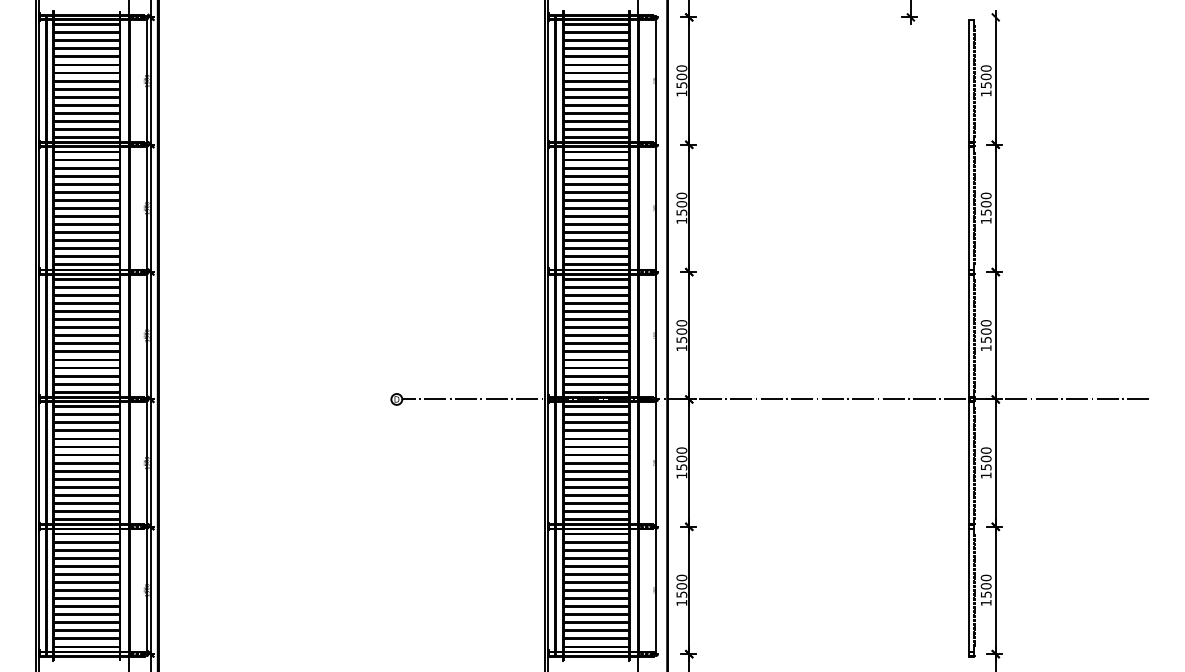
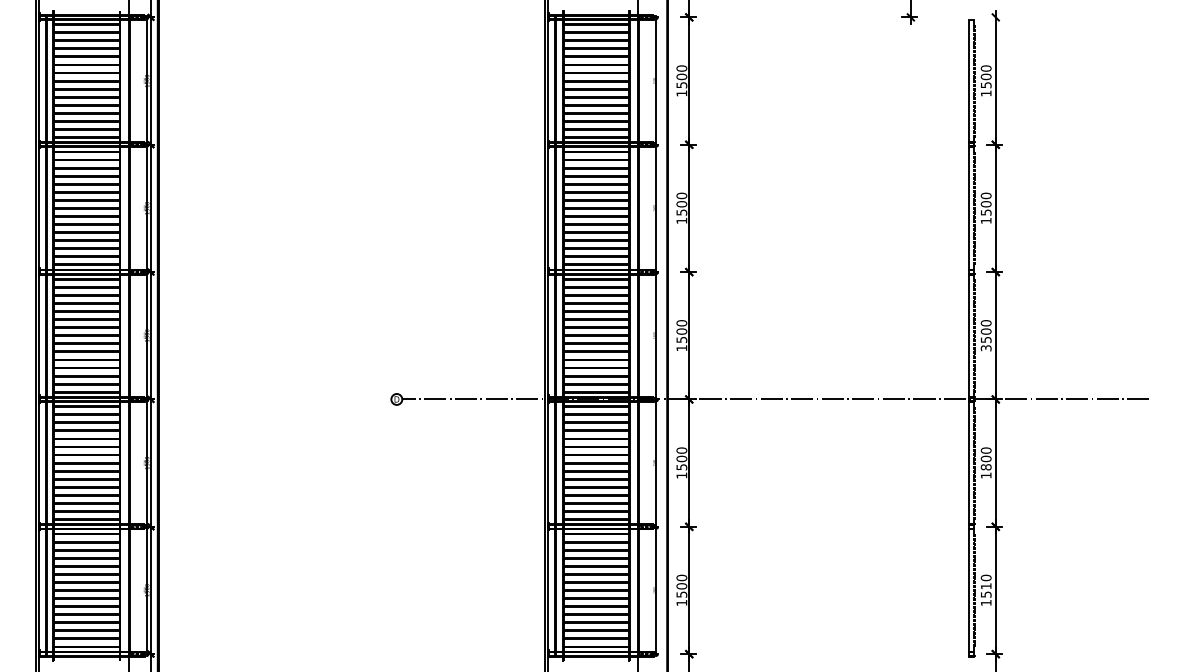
text at (985, 348): 1500 -> 3500
text at (985, 467): 1500 -> 1800
text at (985, 586): 1500 -> 1510
